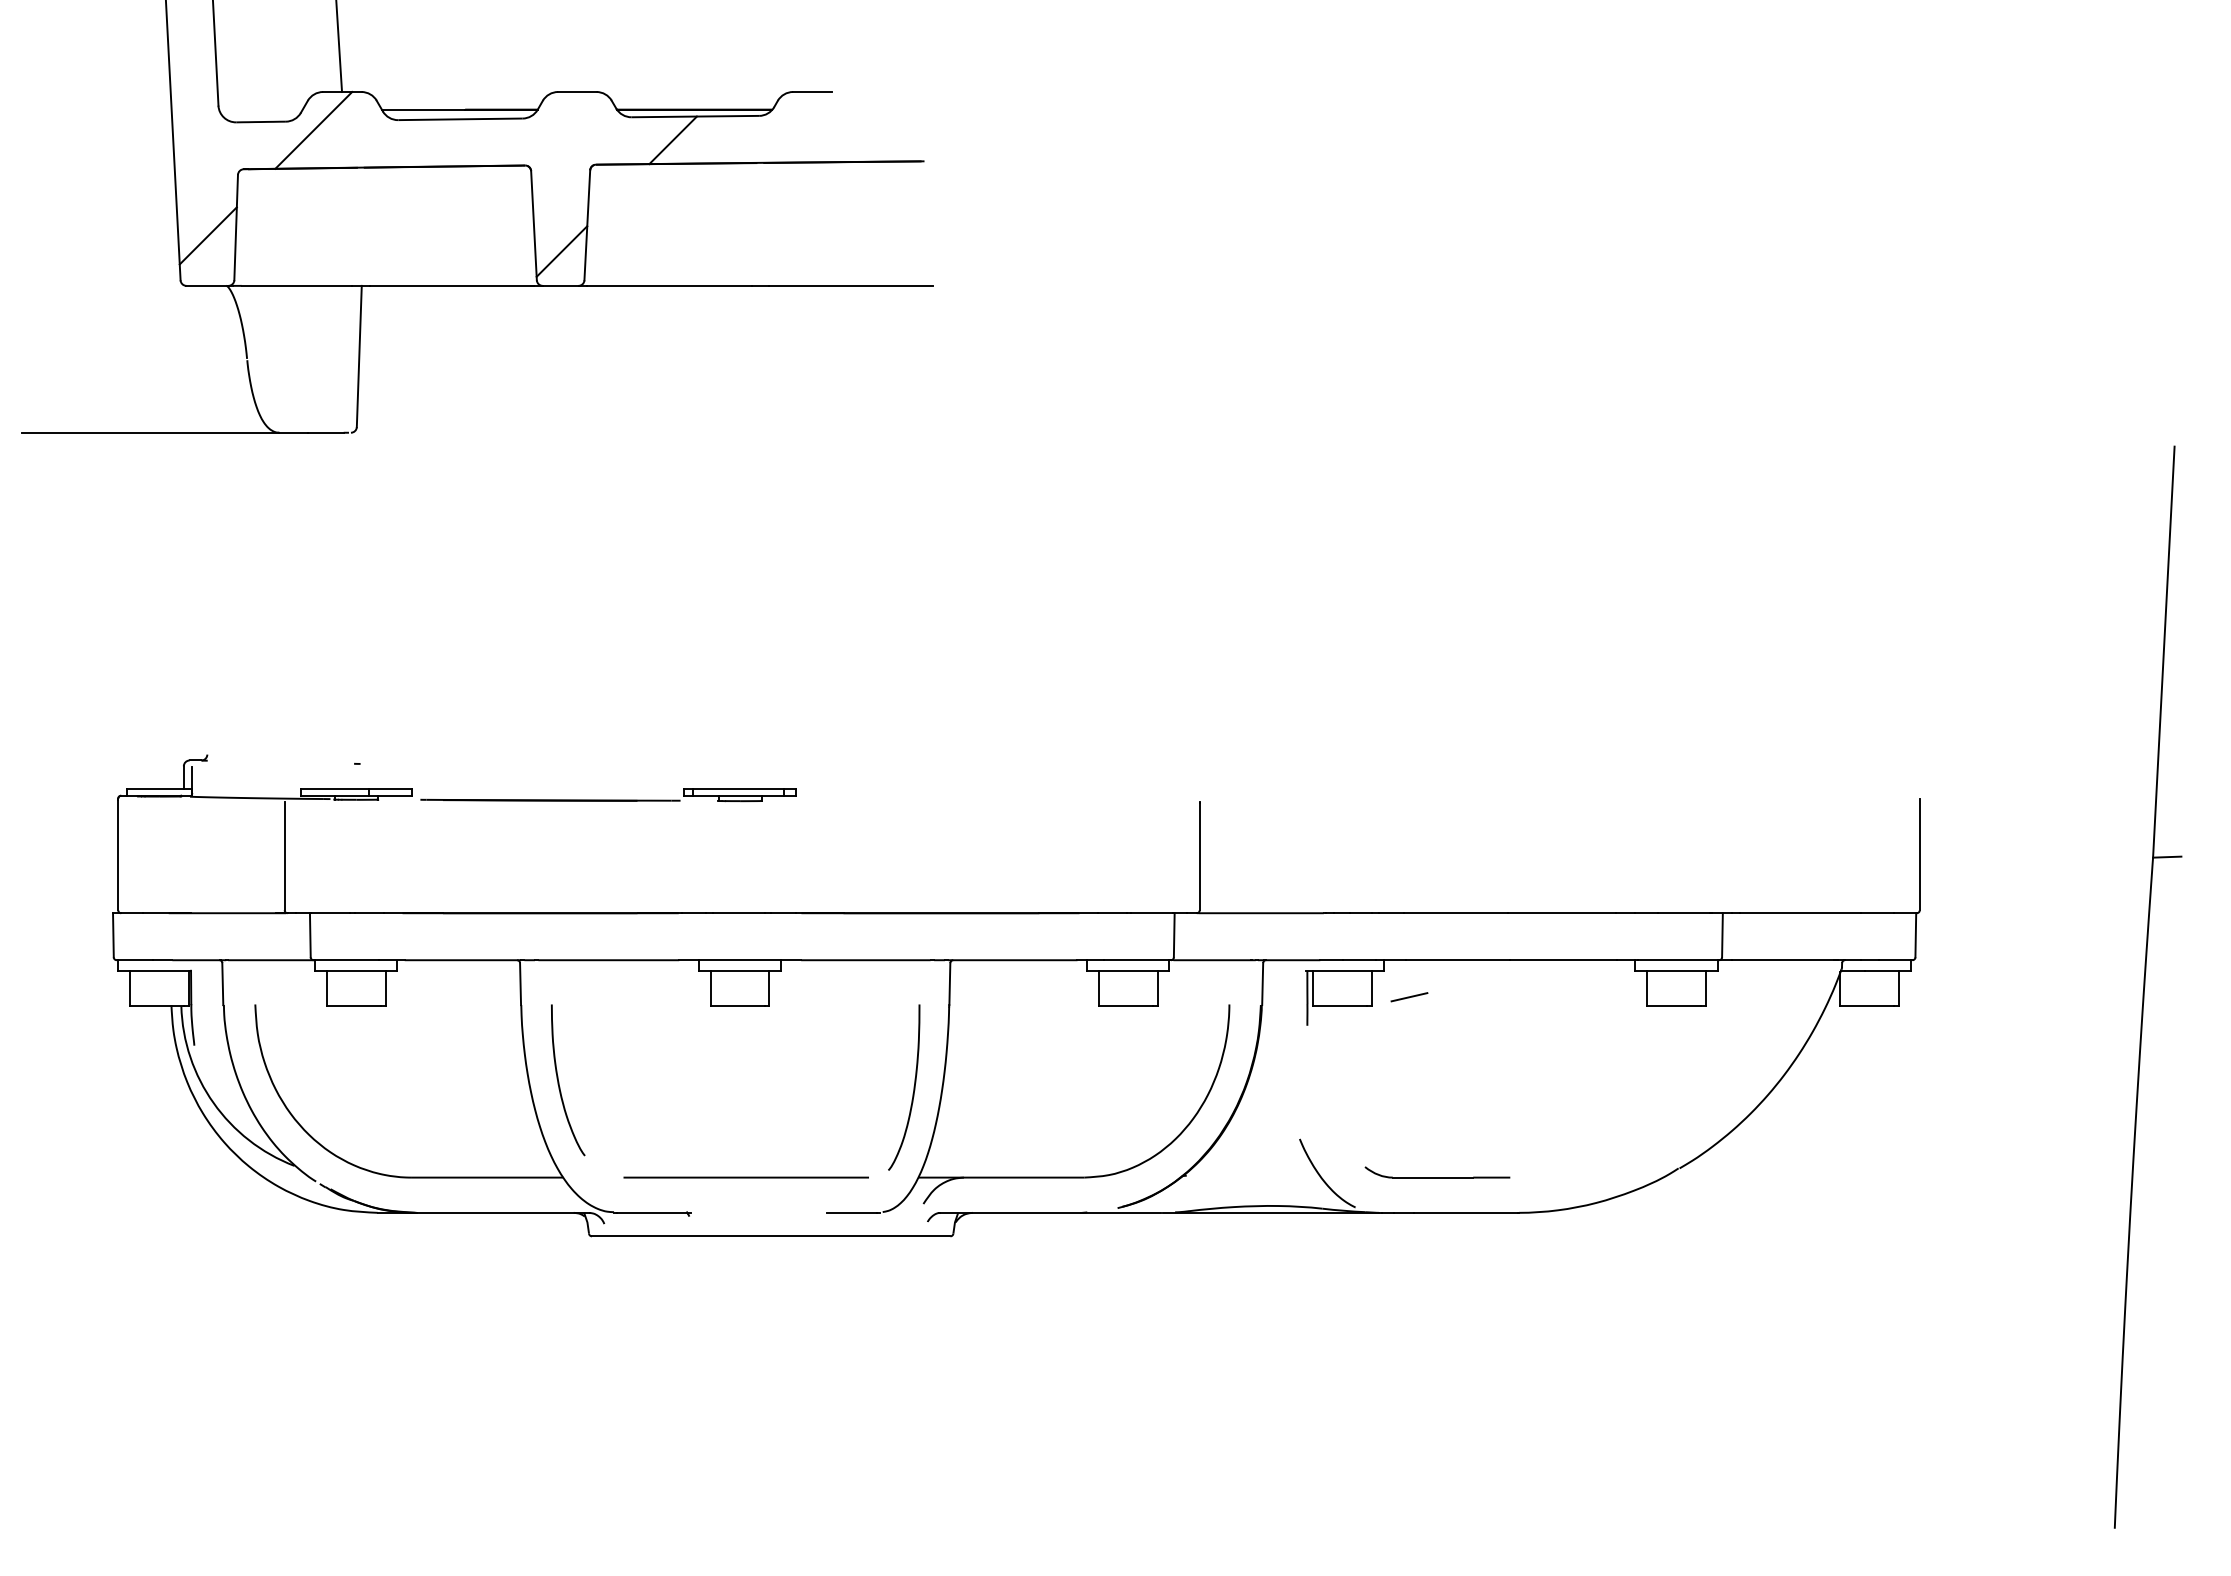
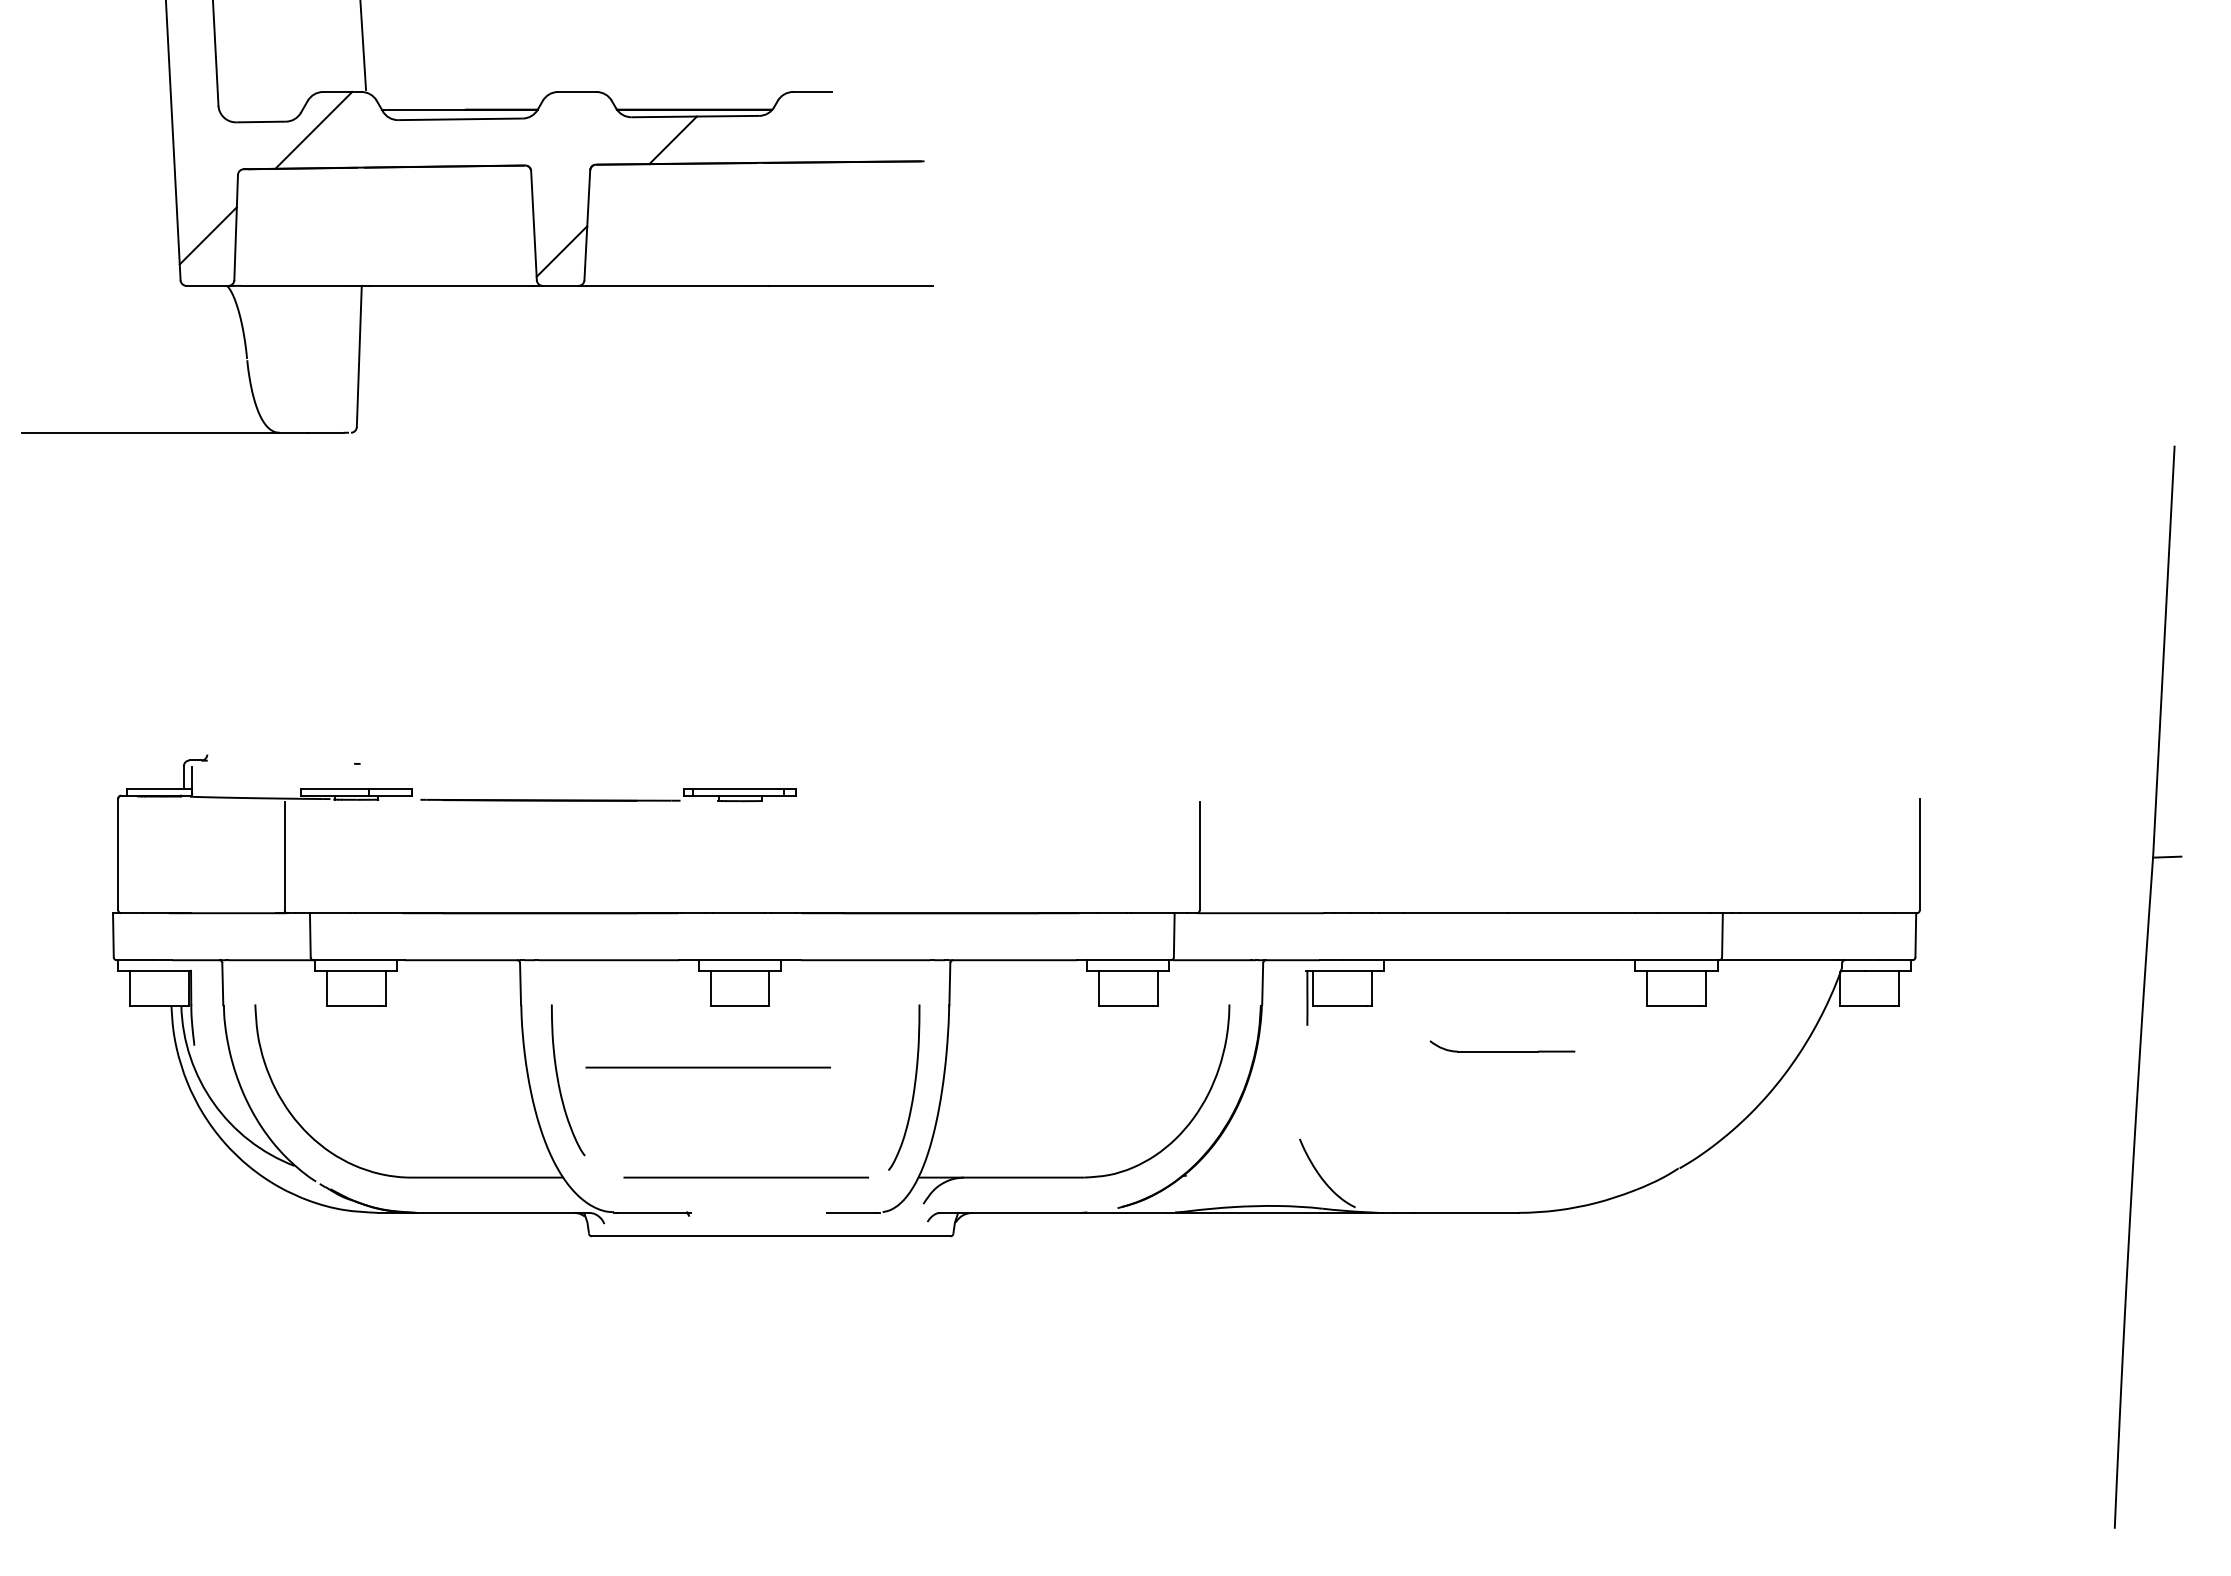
line at (339, 47) position: (339, 47) -> (363, 46)
line at (1409, 997): present -> none
line at (707, 1067): none -> present
part at (1437, 1172) position: (1437, 1172) -> (1502, 1046)
